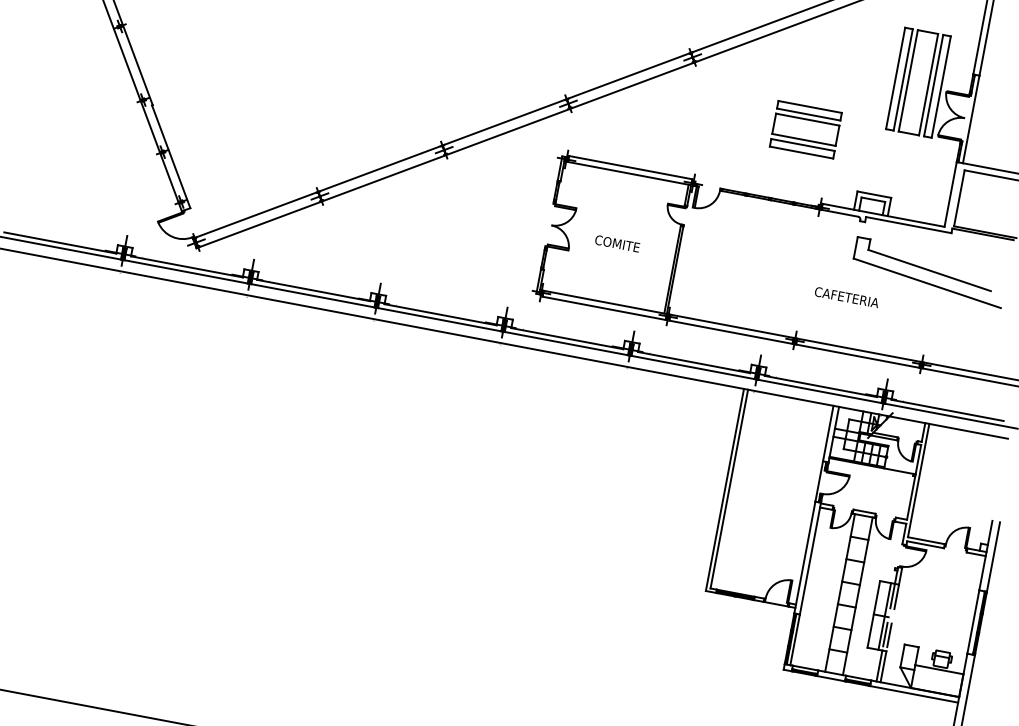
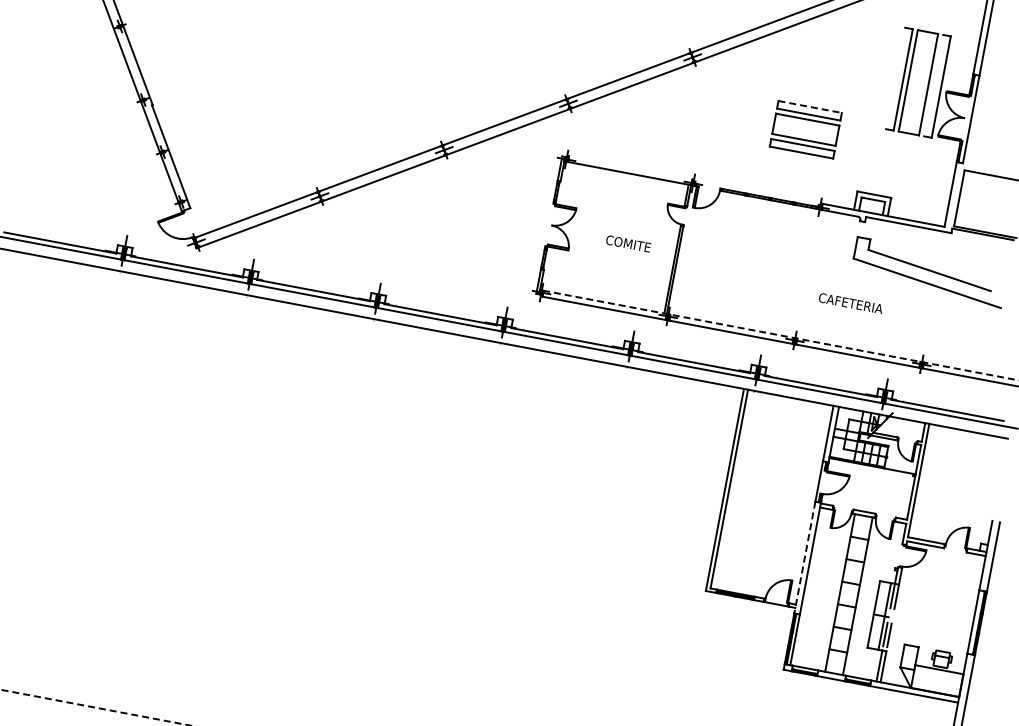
line at (895, 78): present -> none
line at (933, 85): present -> none
line at (810, 107): solid -> dashed
line at (630, 167): present -> none
line at (988, 168): present -> none
text at (617, 243) position: (617, 243) -> (628, 243)
text at (846, 297) position: (846, 297) -> (850, 303)
line at (778, 335): solid -> dashed
line at (804, 557): solid -> dashed
line at (96, 707): solid -> dashed
